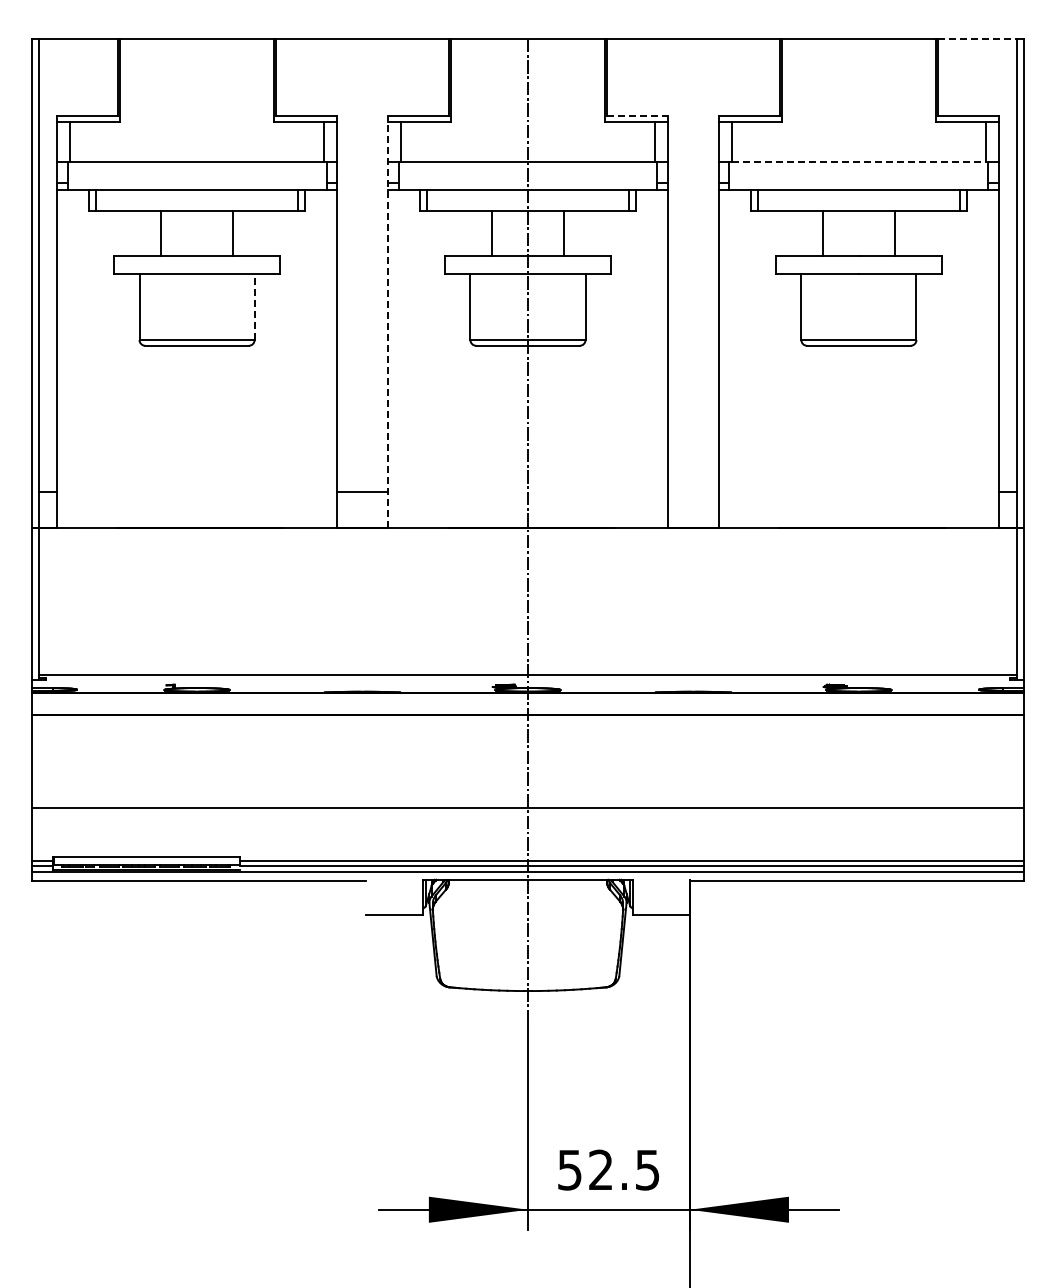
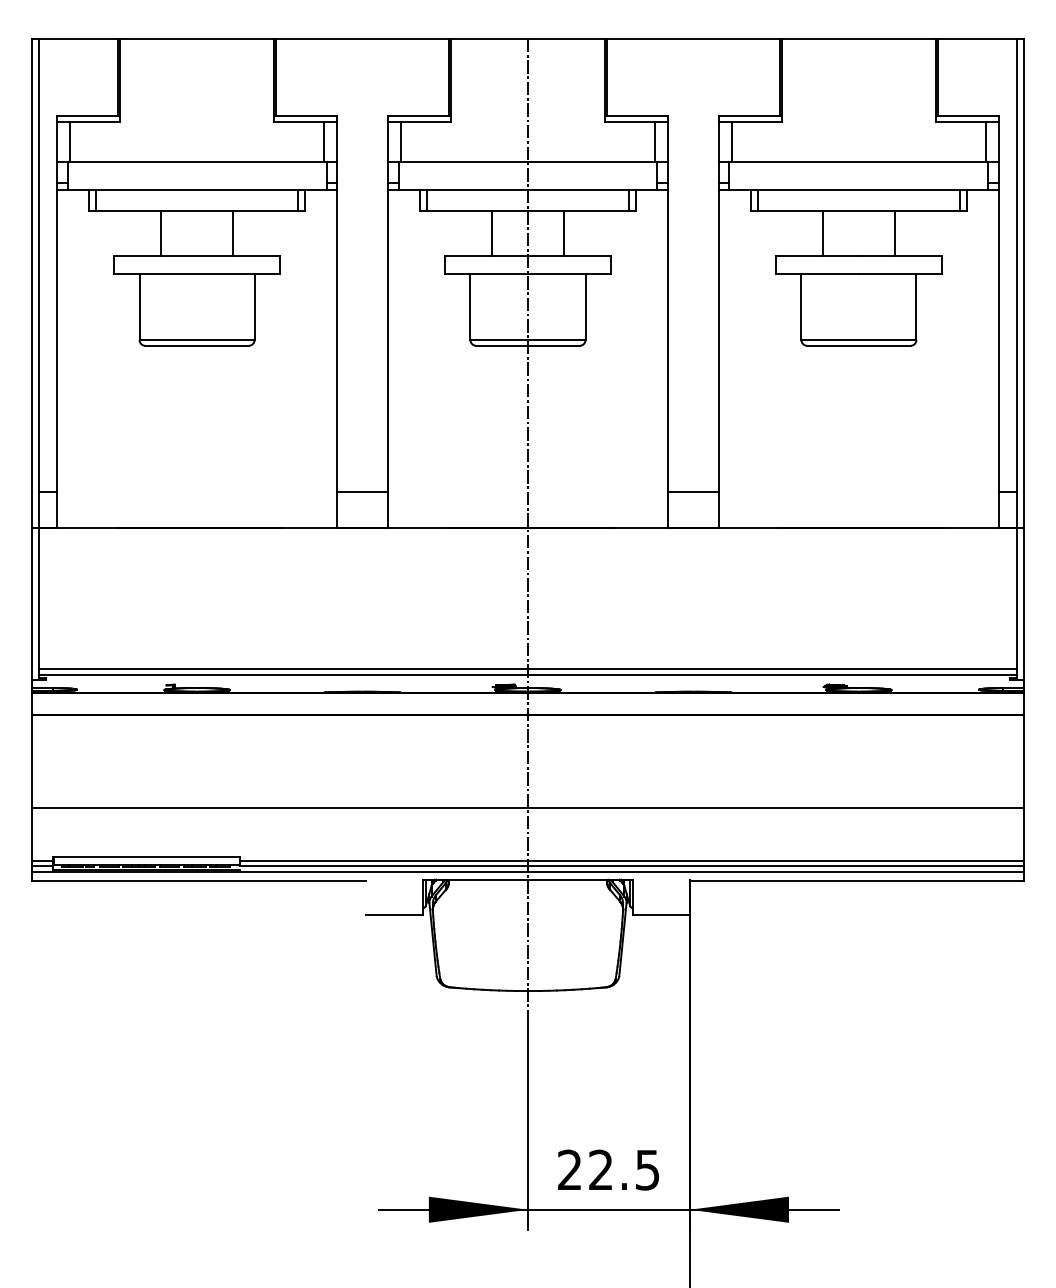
line at (977, 38): dashed -> solid
line at (637, 116): dashed -> solid
line at (859, 161): dashed -> solid
line at (254, 306): dashed -> solid
line at (387, 322): dashed -> solid
line at (693, 491): none -> present
line at (527, 669): none -> present
text at (569, 1169): 52.5 -> 22.5
